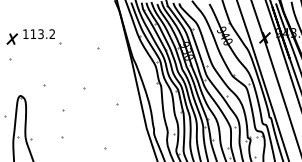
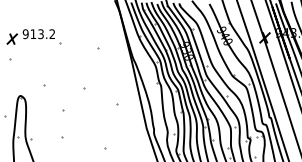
text at (25, 34): 113.2 -> 913.2
